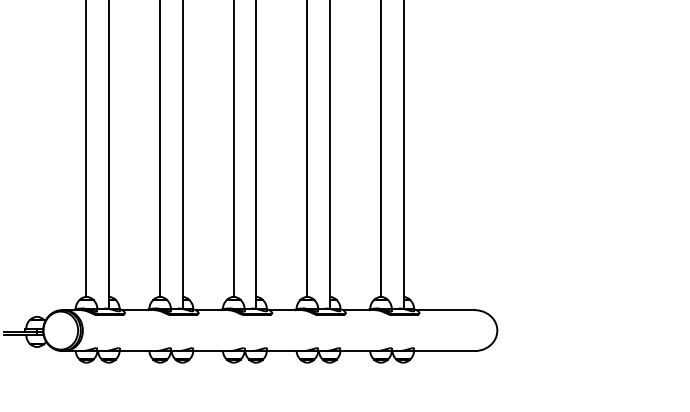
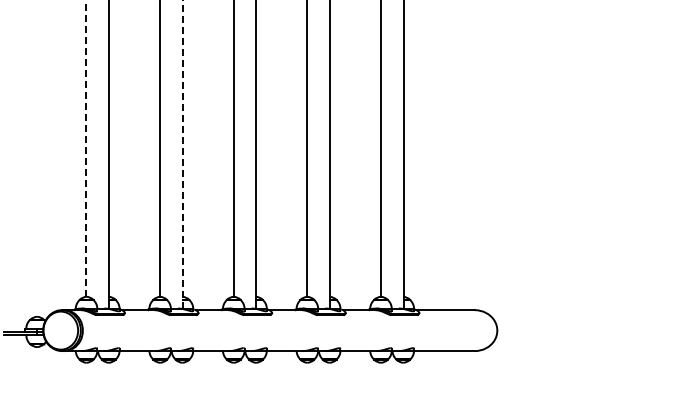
line at (86, 148): solid -> dashed
line at (182, 154): solid -> dashed
